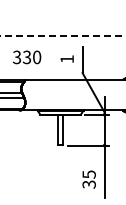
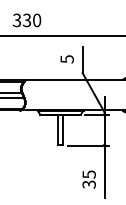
line at (63, 35): dashed -> solid
text at (26, 57) position: (26, 57) -> (26, 20)
text at (66, 59): 1 -> 5
